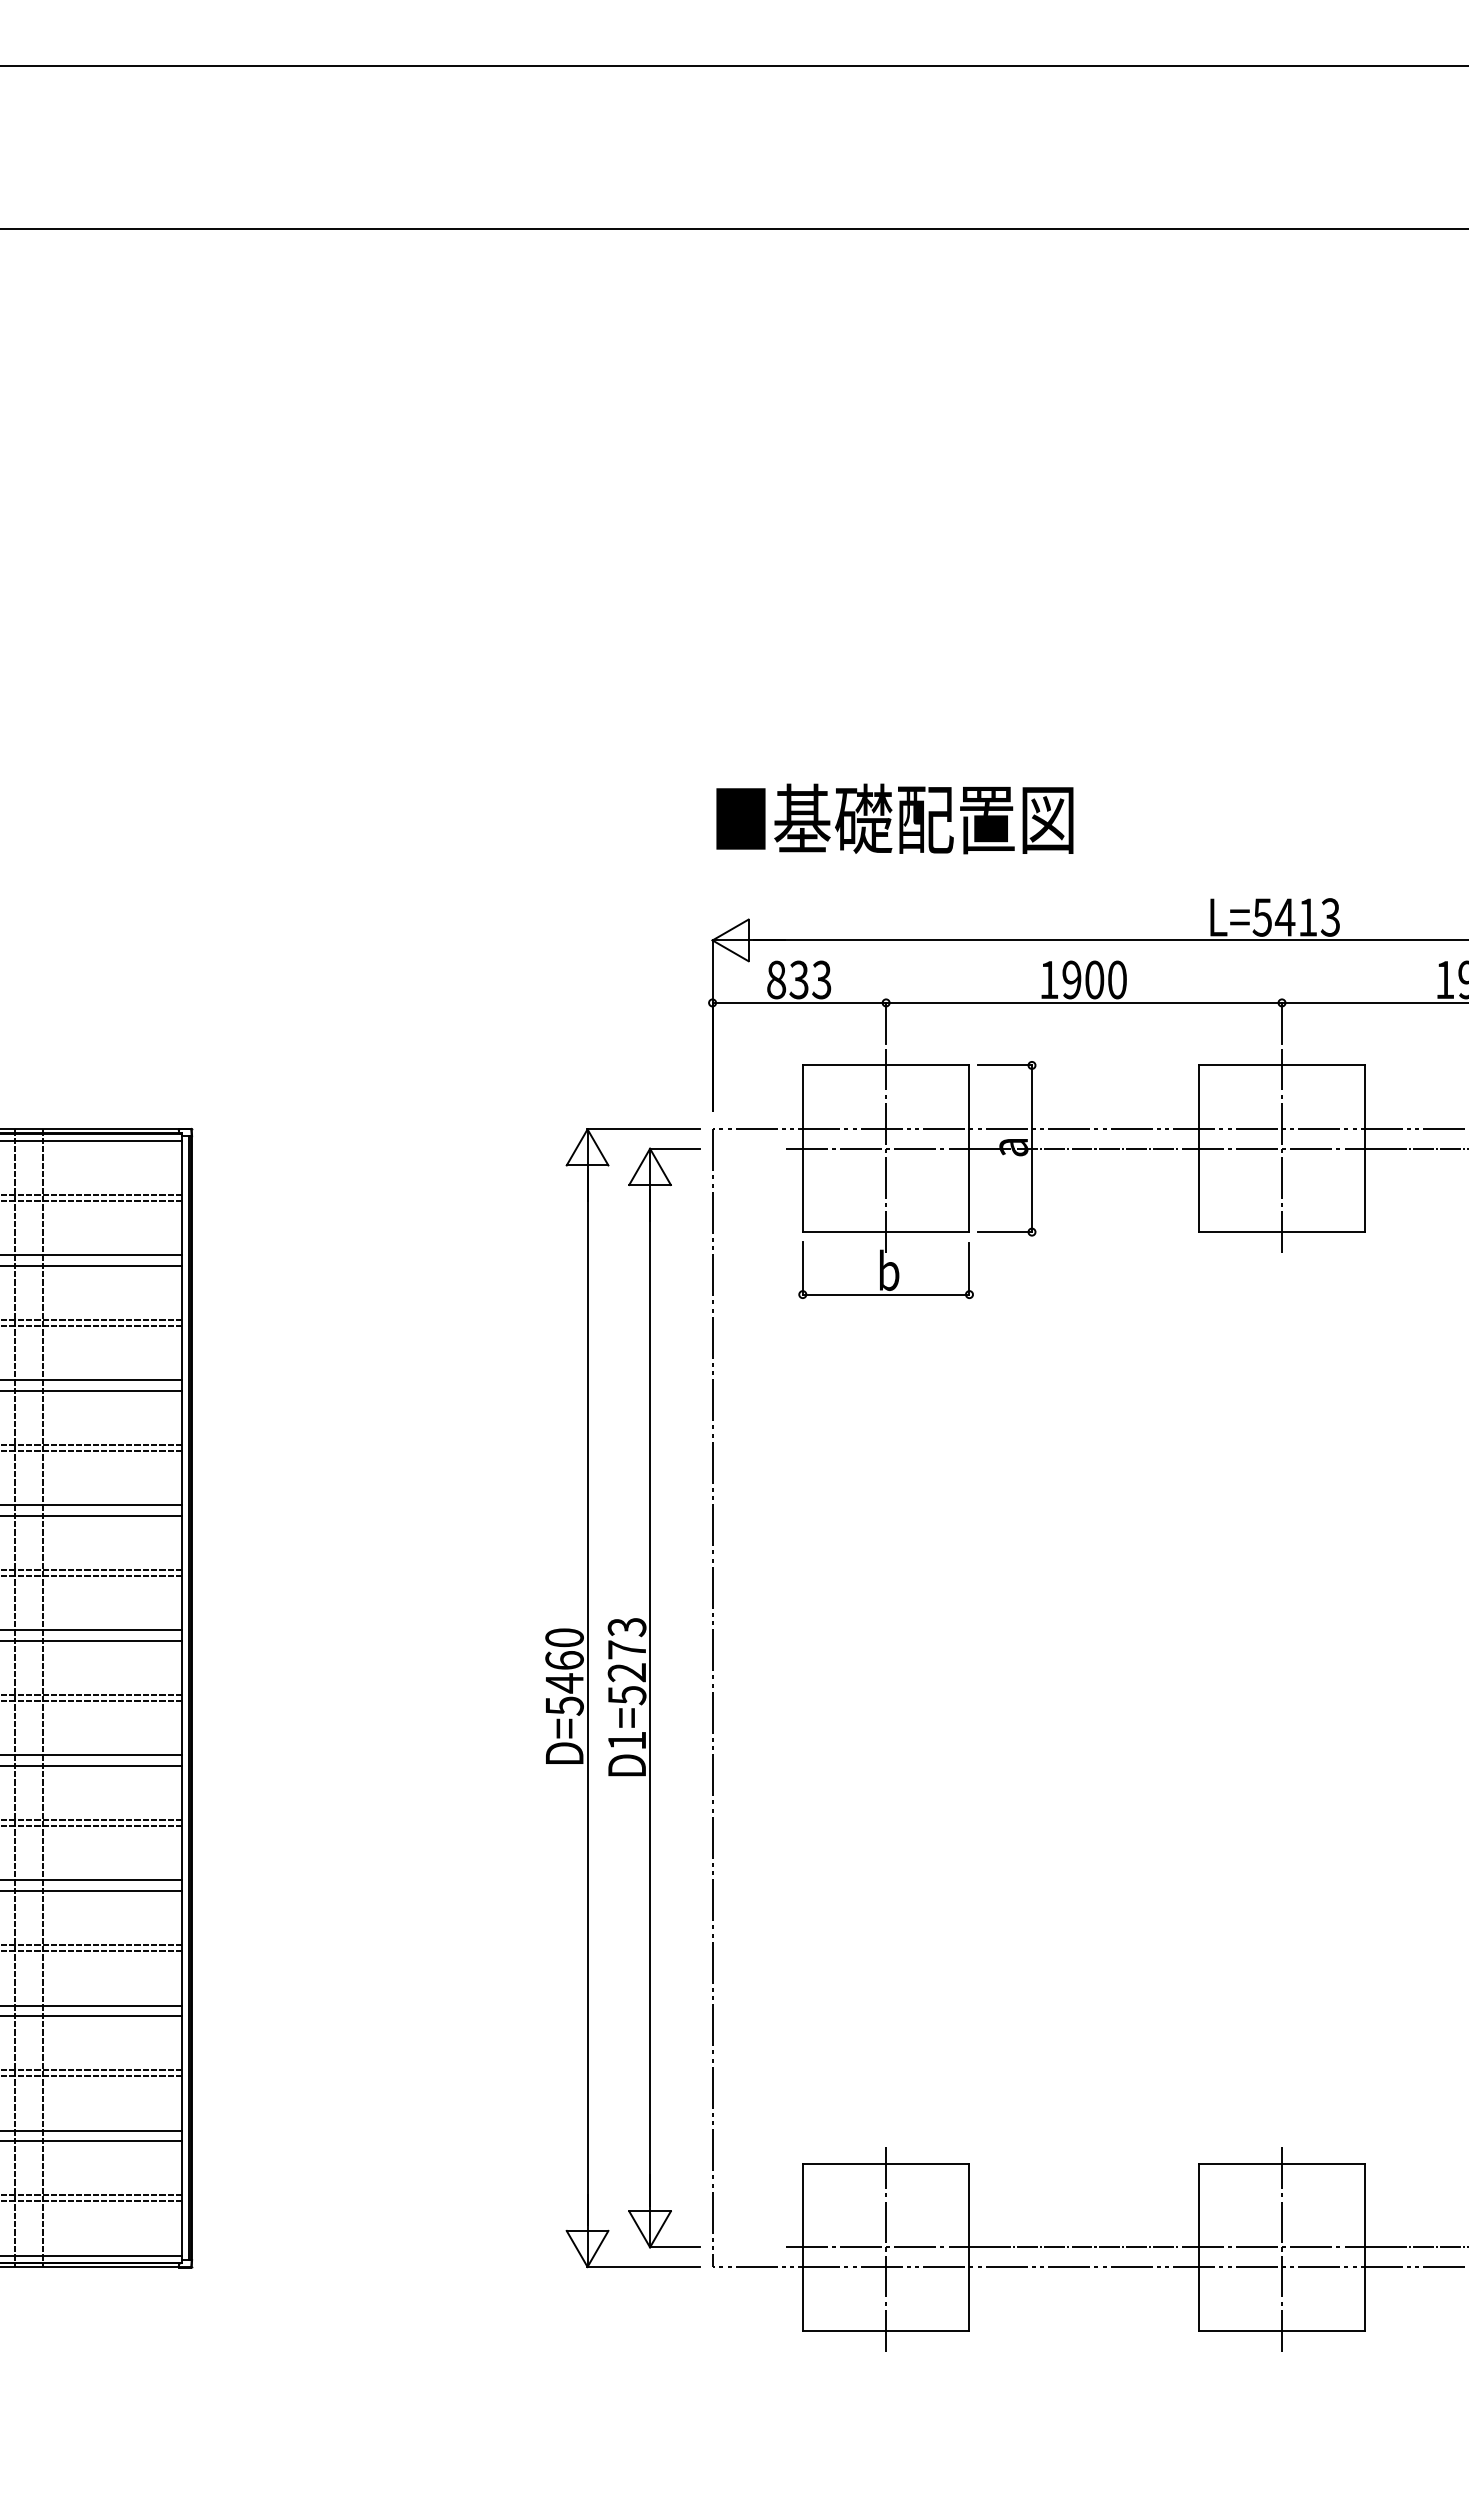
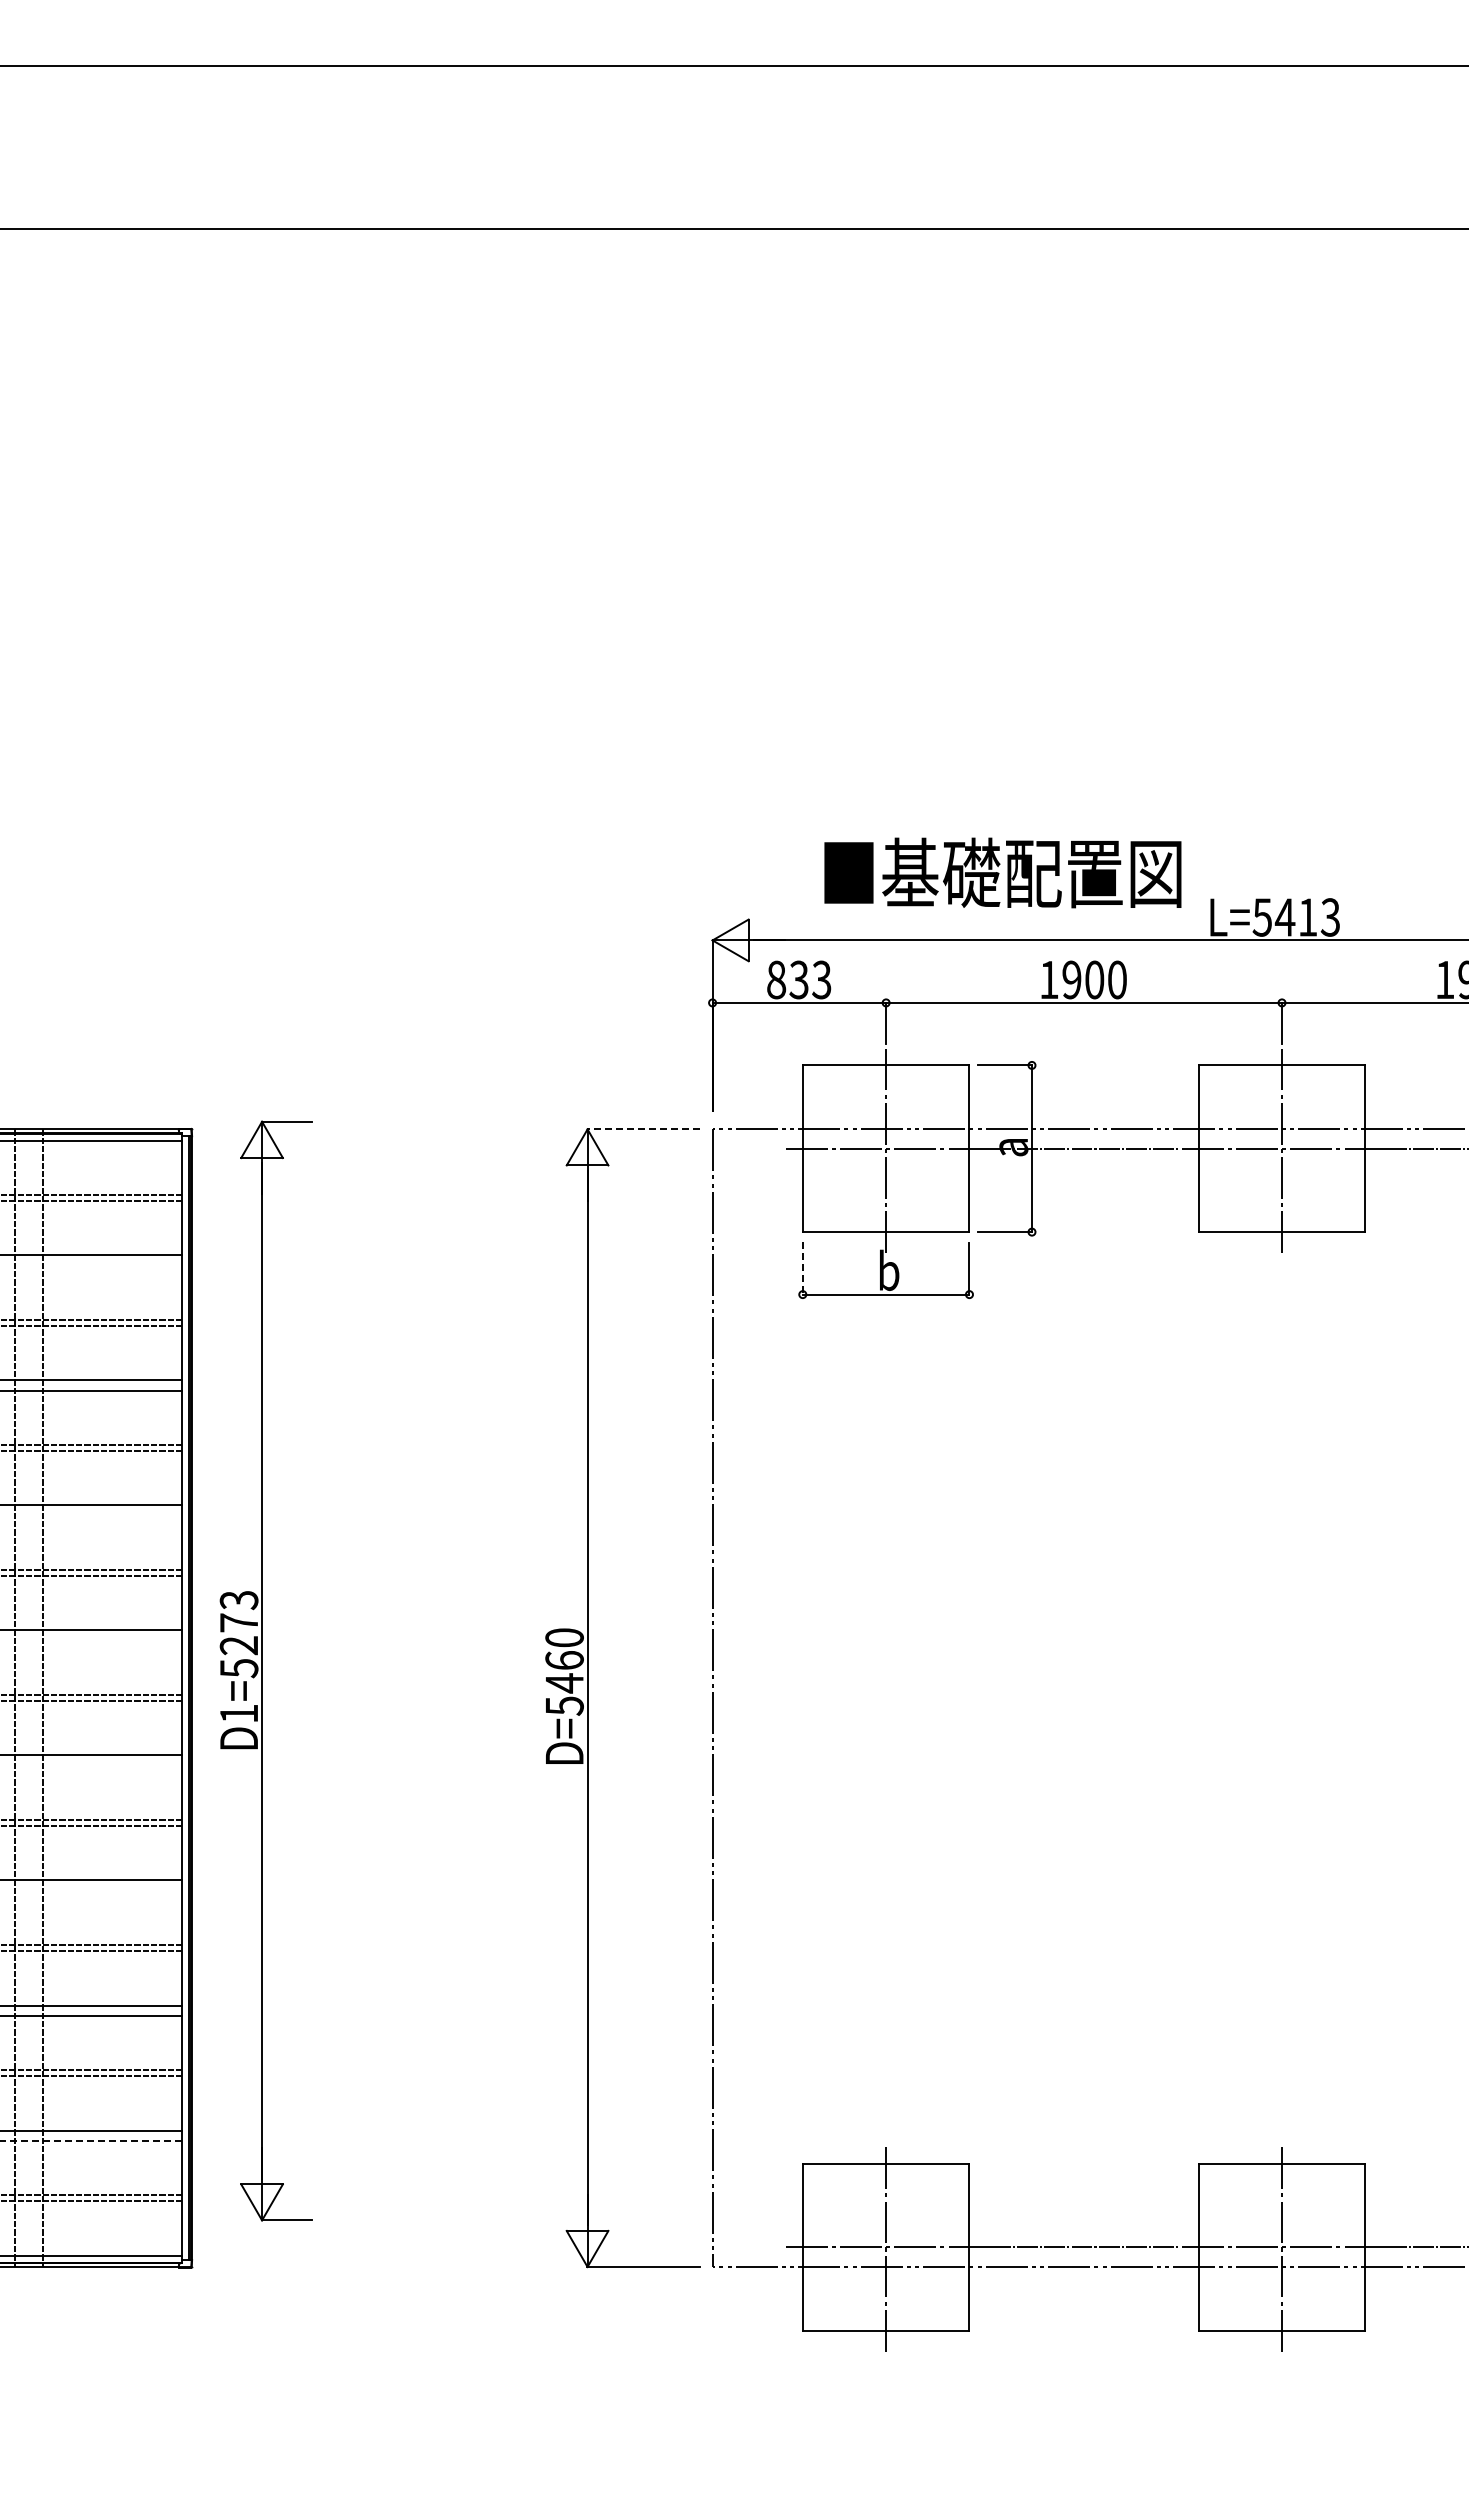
text at (894, 818) position: (894, 818) -> (1002, 872)
line at (643, 1129): solid -> dashed
line at (92, 1265): present -> none
line at (802, 1268): solid -> dashed
line at (92, 1515): present -> none
line at (92, 1640): present -> none
part at (653, 1697) position: (653, 1697) -> (265, 1670)
line at (92, 1765): present -> none
line at (92, 1890): present -> none
line at (91, 2140): solid -> dashed
